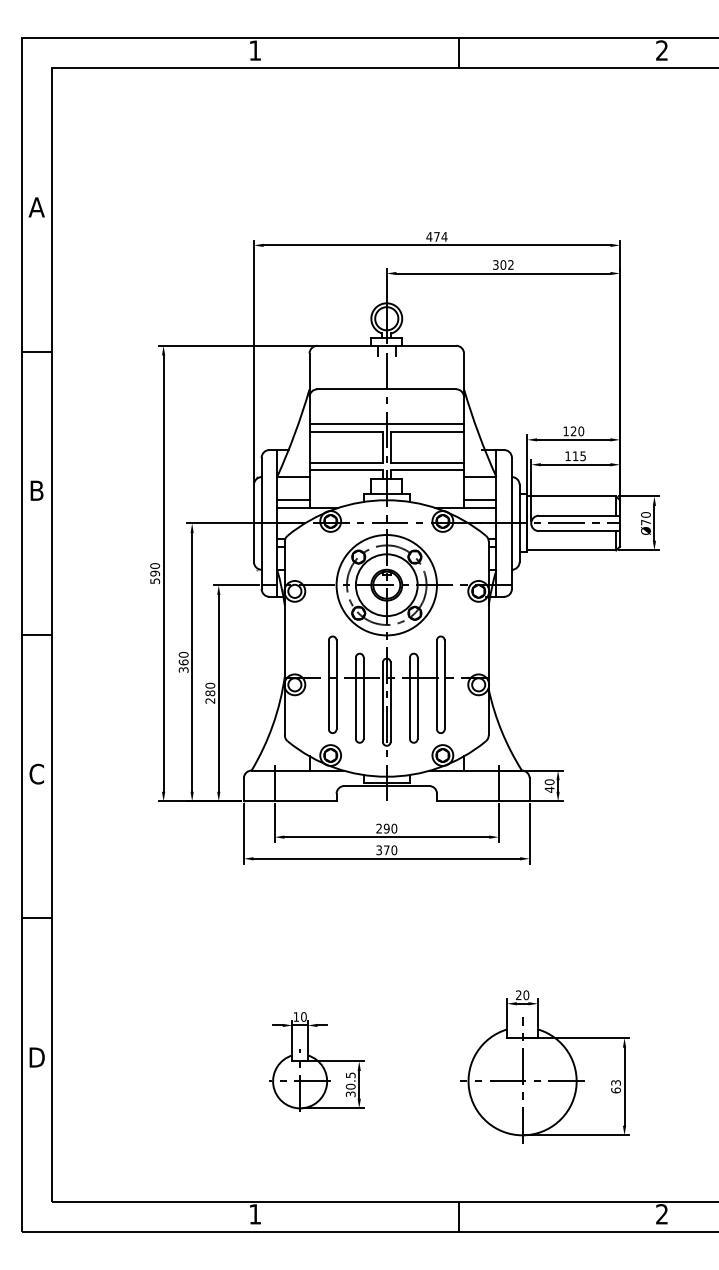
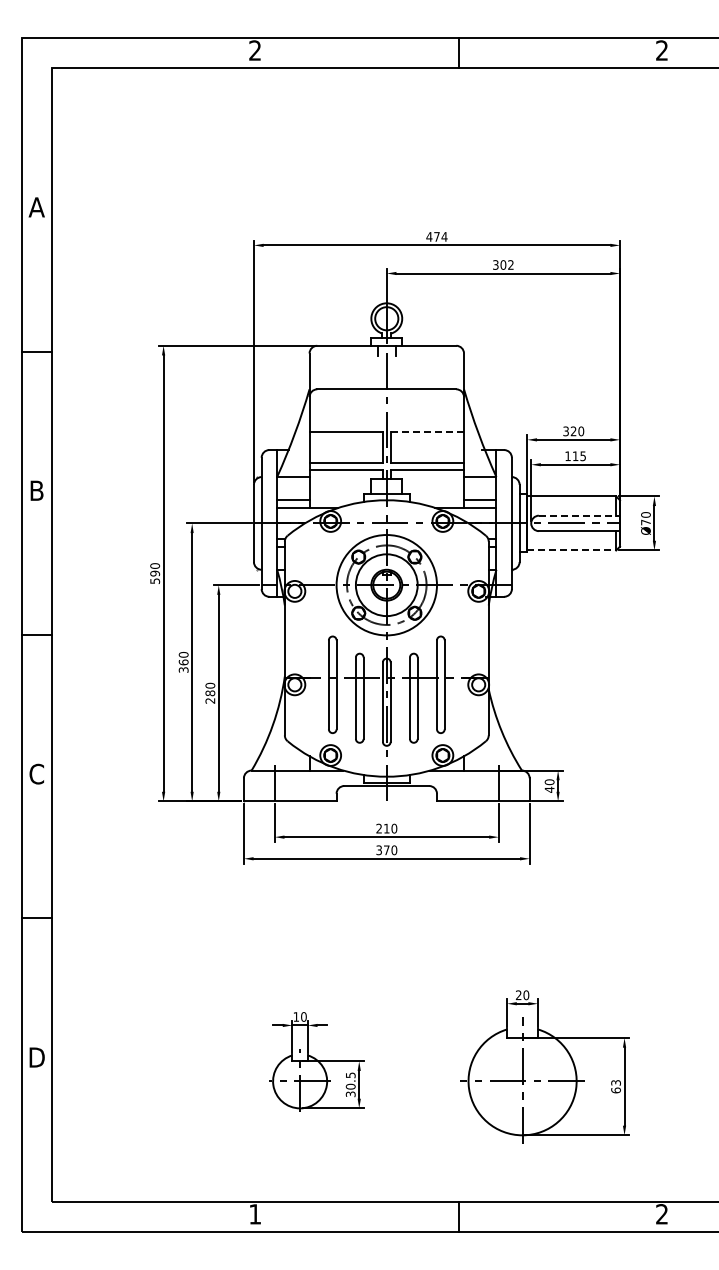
text at (254, 50): 1 -> 2
line at (386, 424): present -> none
line at (427, 431): solid -> dashed
text at (565, 431): 120 -> 320
line at (579, 515): solid -> dashed
line at (572, 550): solid -> dashed
text at (386, 828): 290 -> 210
